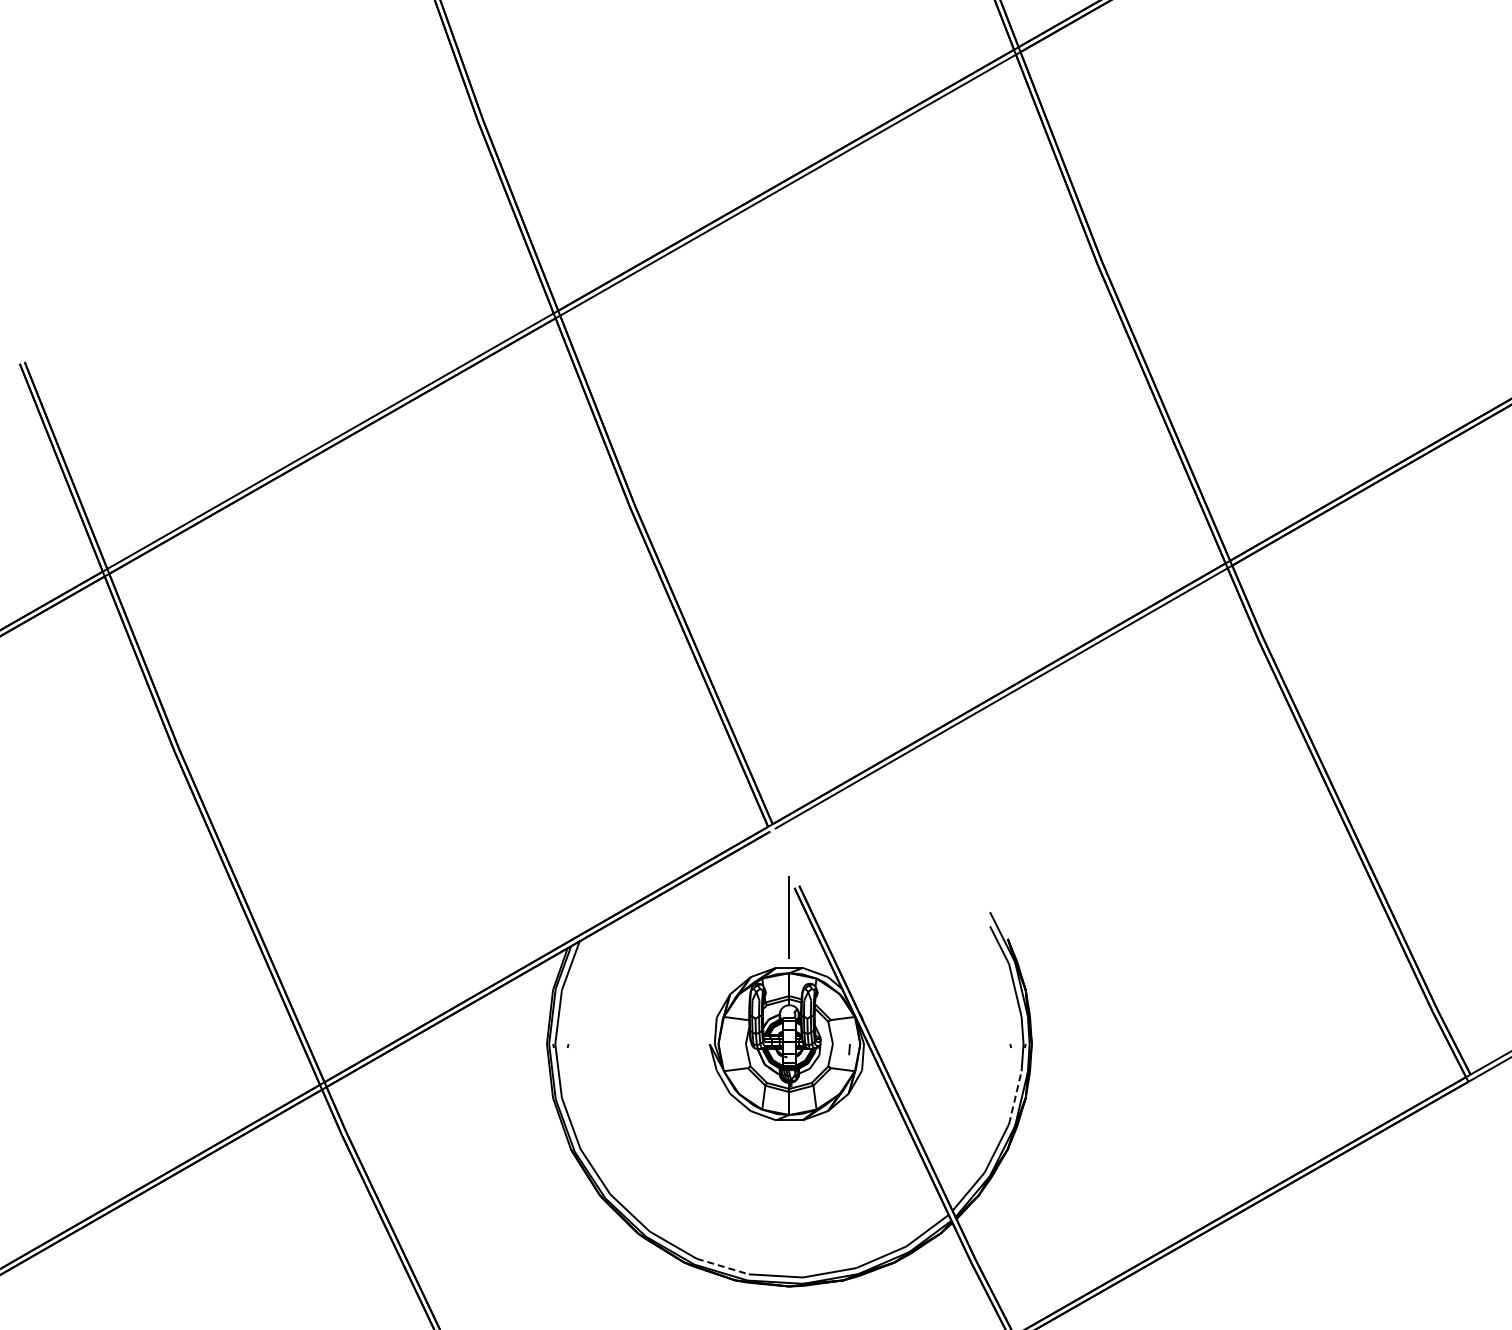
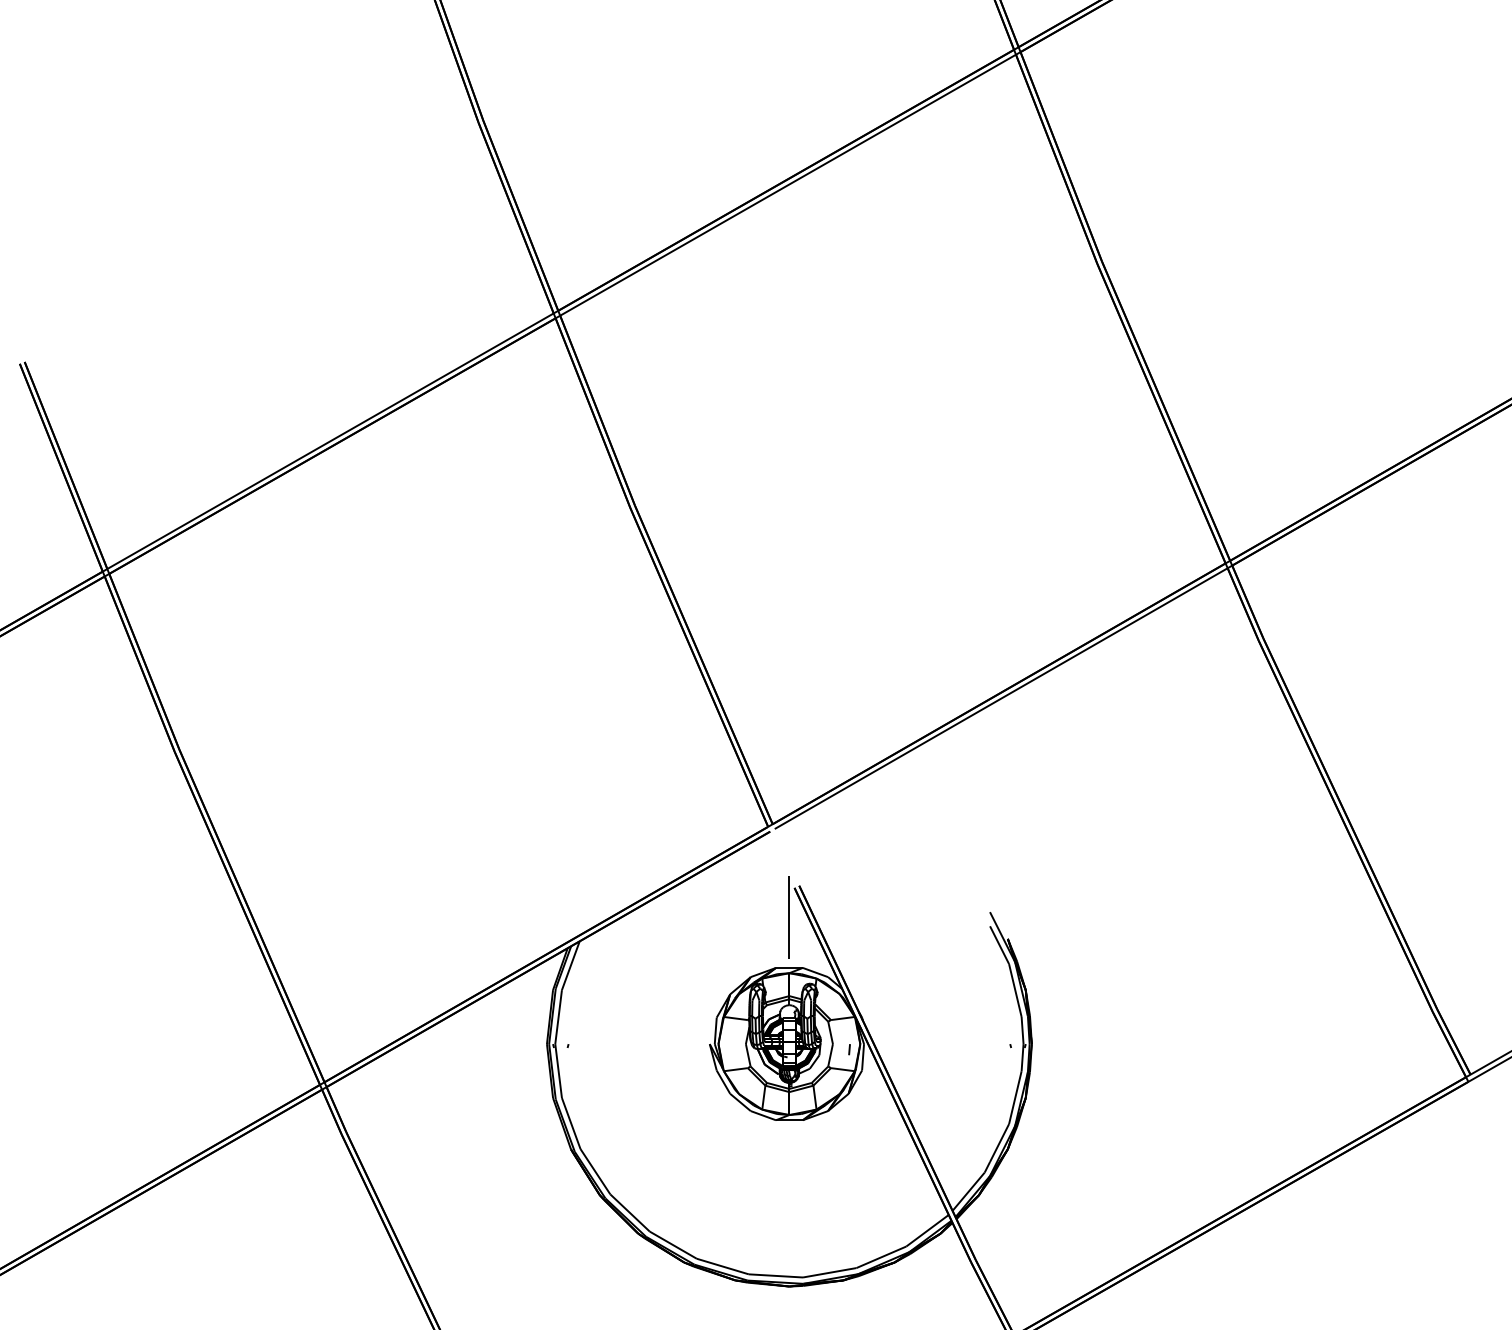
line at (1015, 1097): dashed -> solid
line at (723, 1266): dashed -> solid
